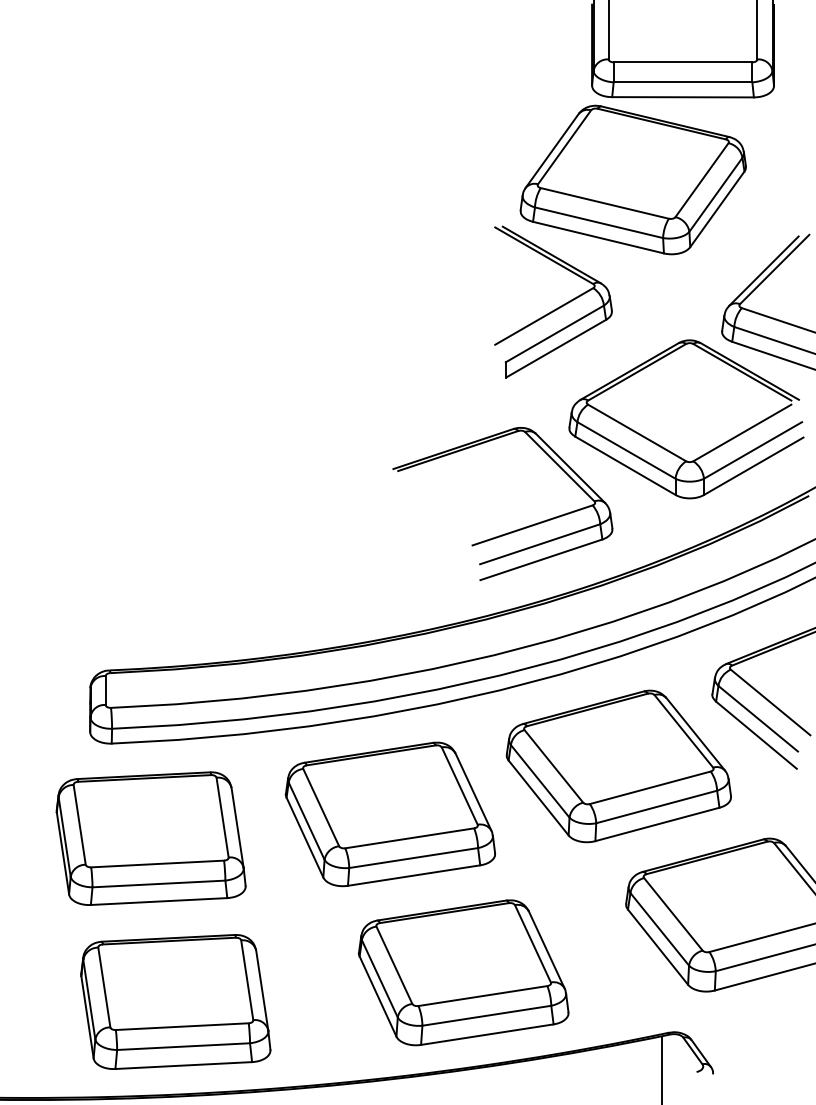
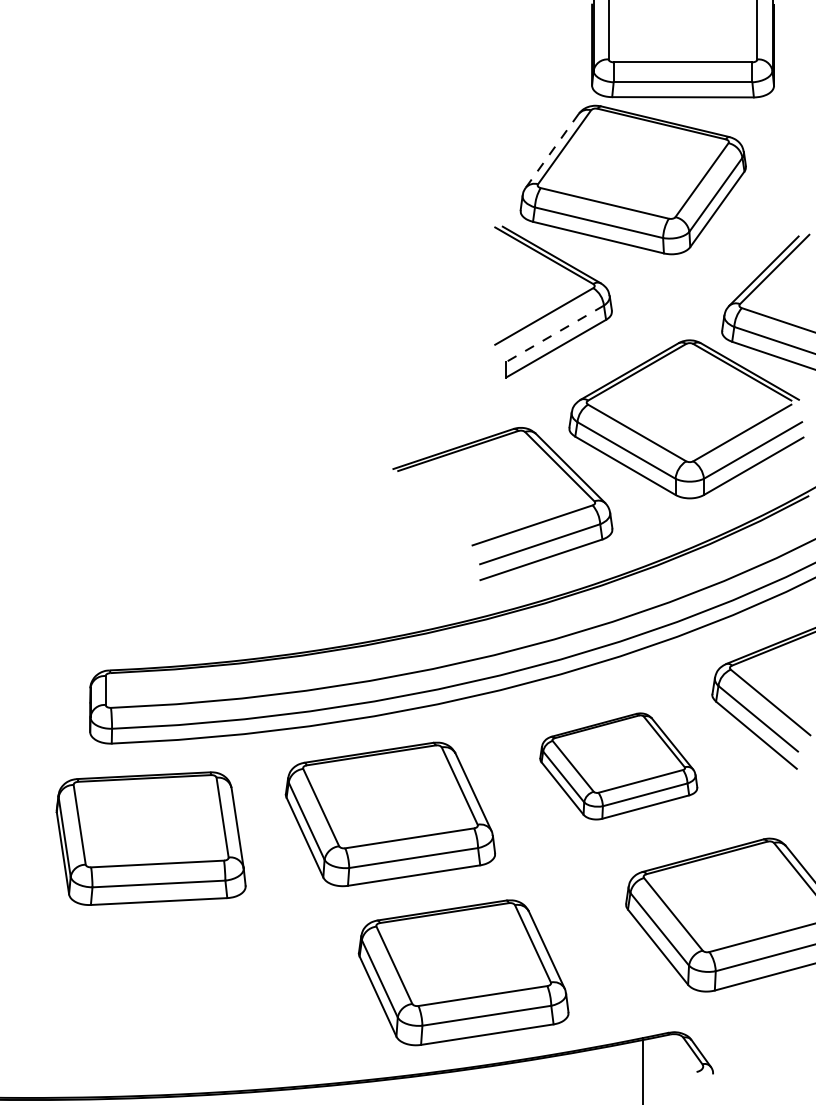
line at (552, 150): solid -> dashed
line at (554, 333): solid -> dashed
part at (618, 766) size: 227x155 px -> 160x109 px
part at (175, 1001): present -> none
line at (661, 1068) position: (661, 1068) -> (642, 1068)
